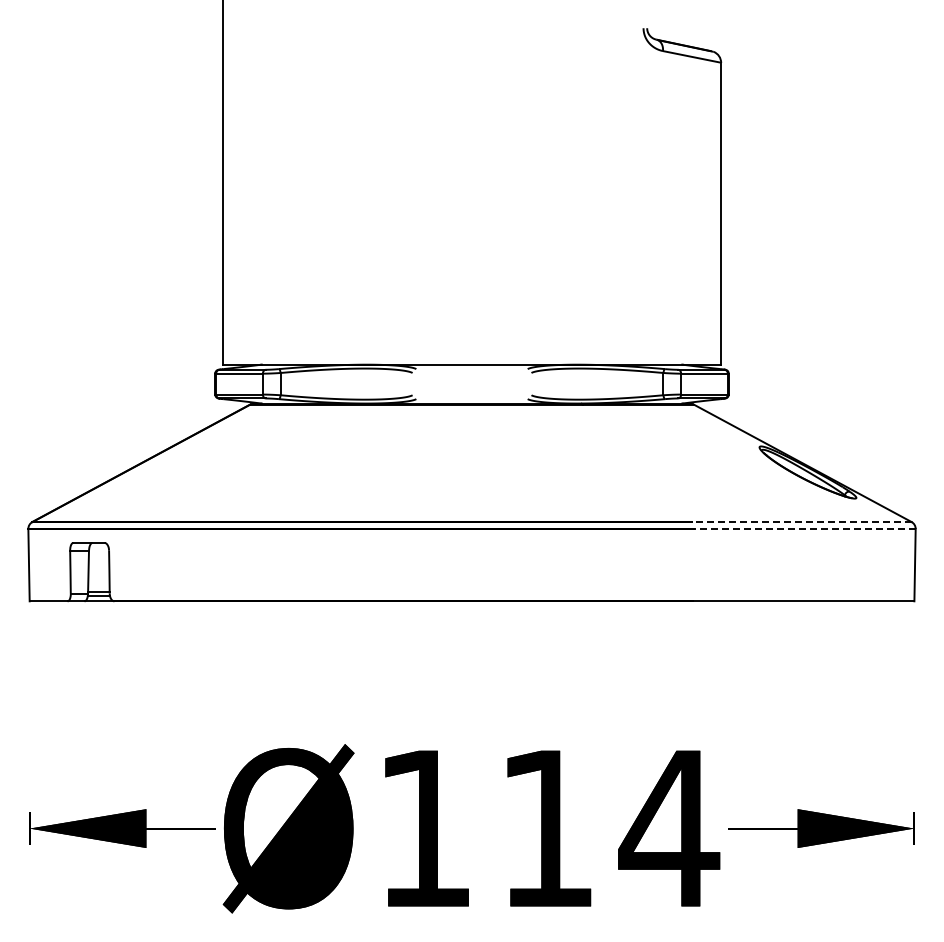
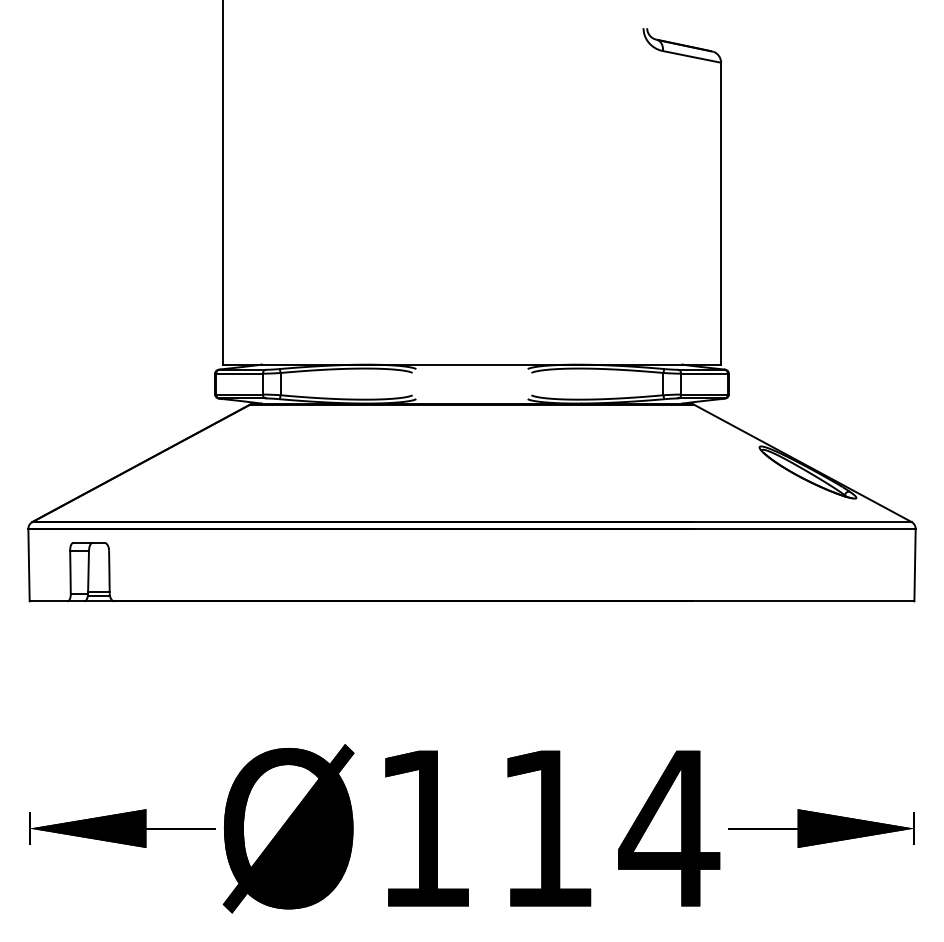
line at (801, 522): dashed -> solid
line at (804, 528): dashed -> solid
